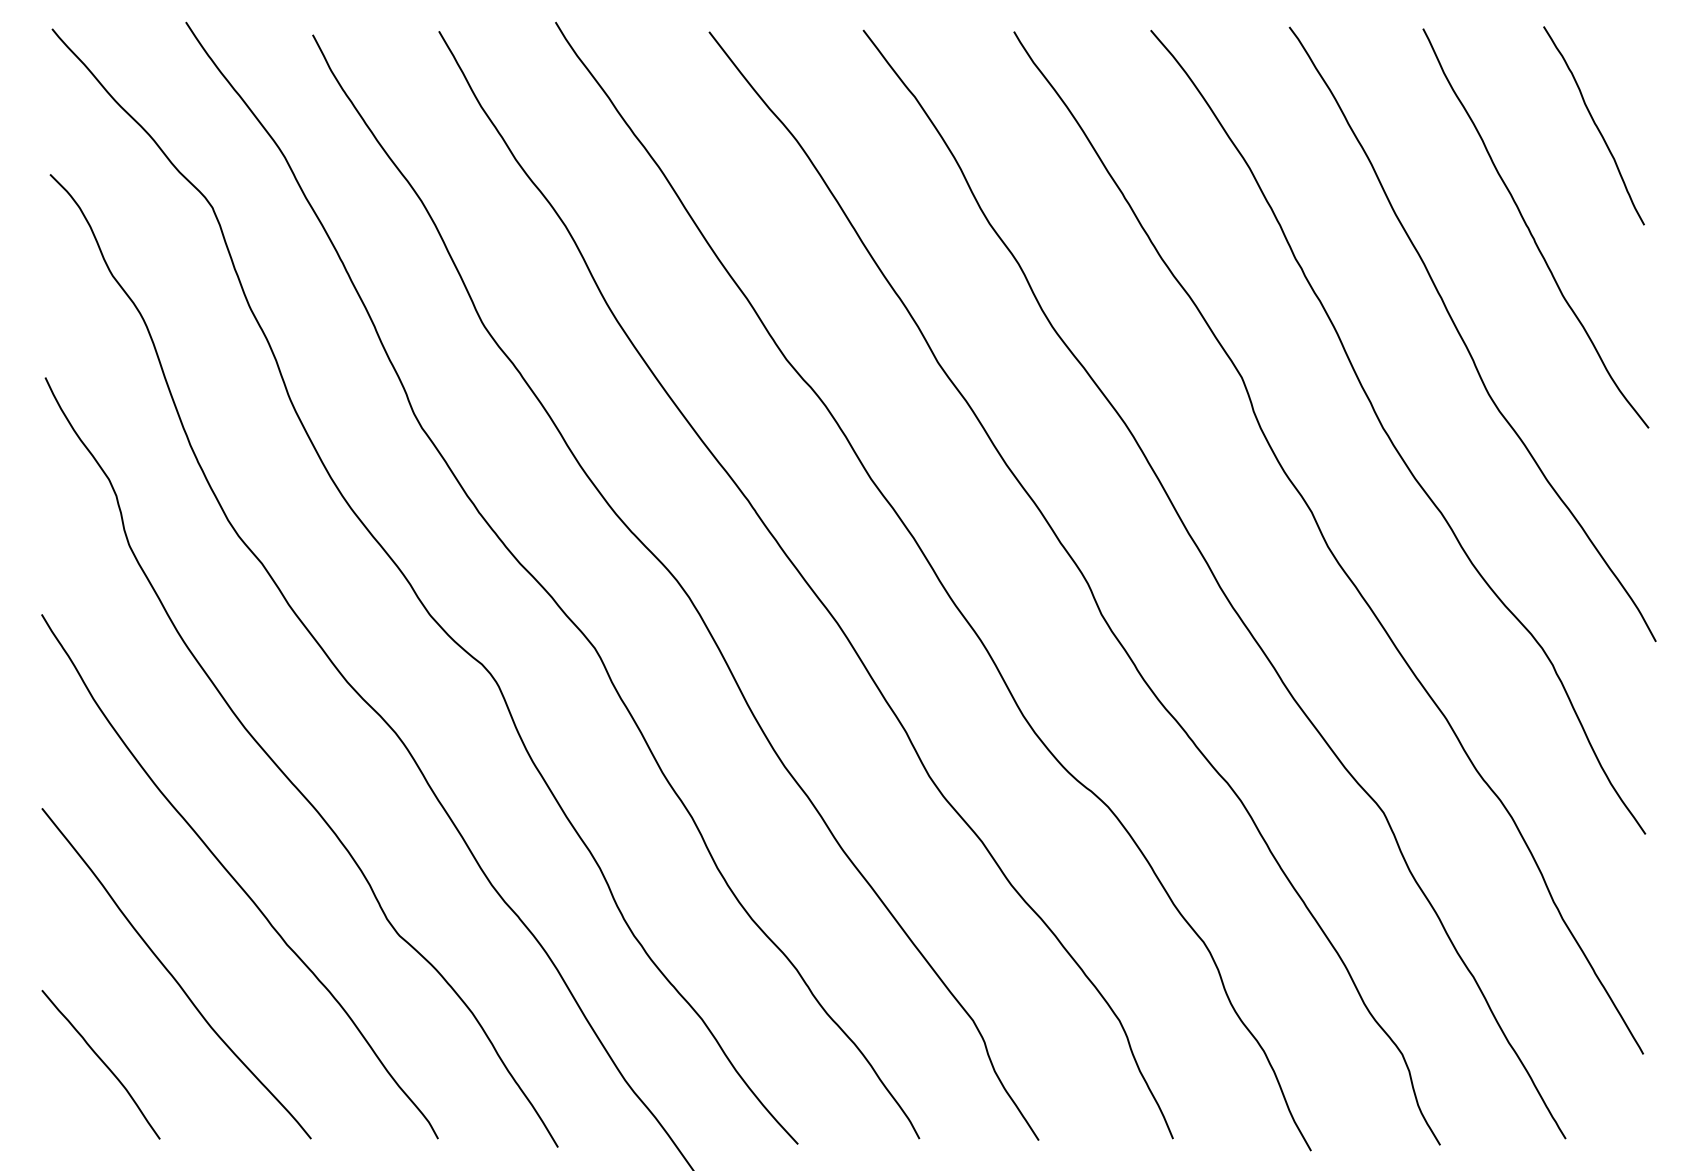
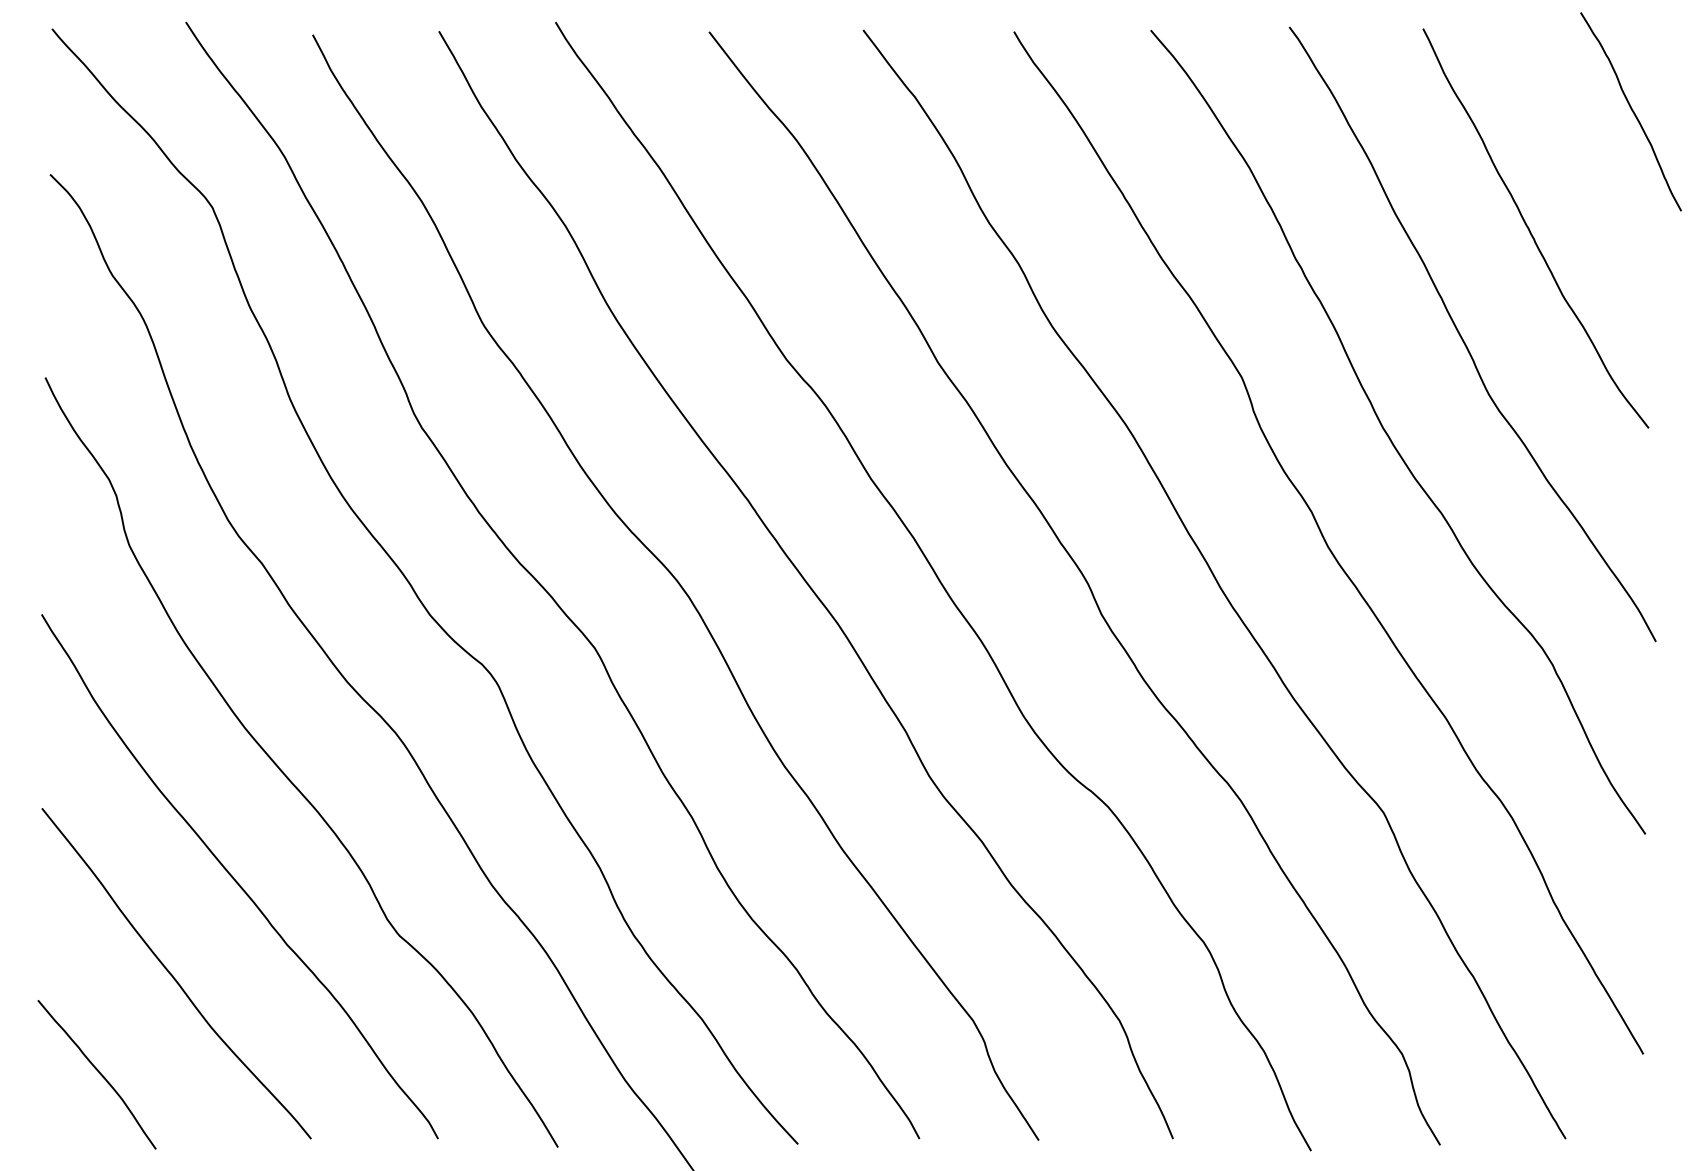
curve at (1594, 124) position: (1594, 124) -> (1631, 110)
curve at (102, 1062) position: (102, 1062) -> (98, 1072)
